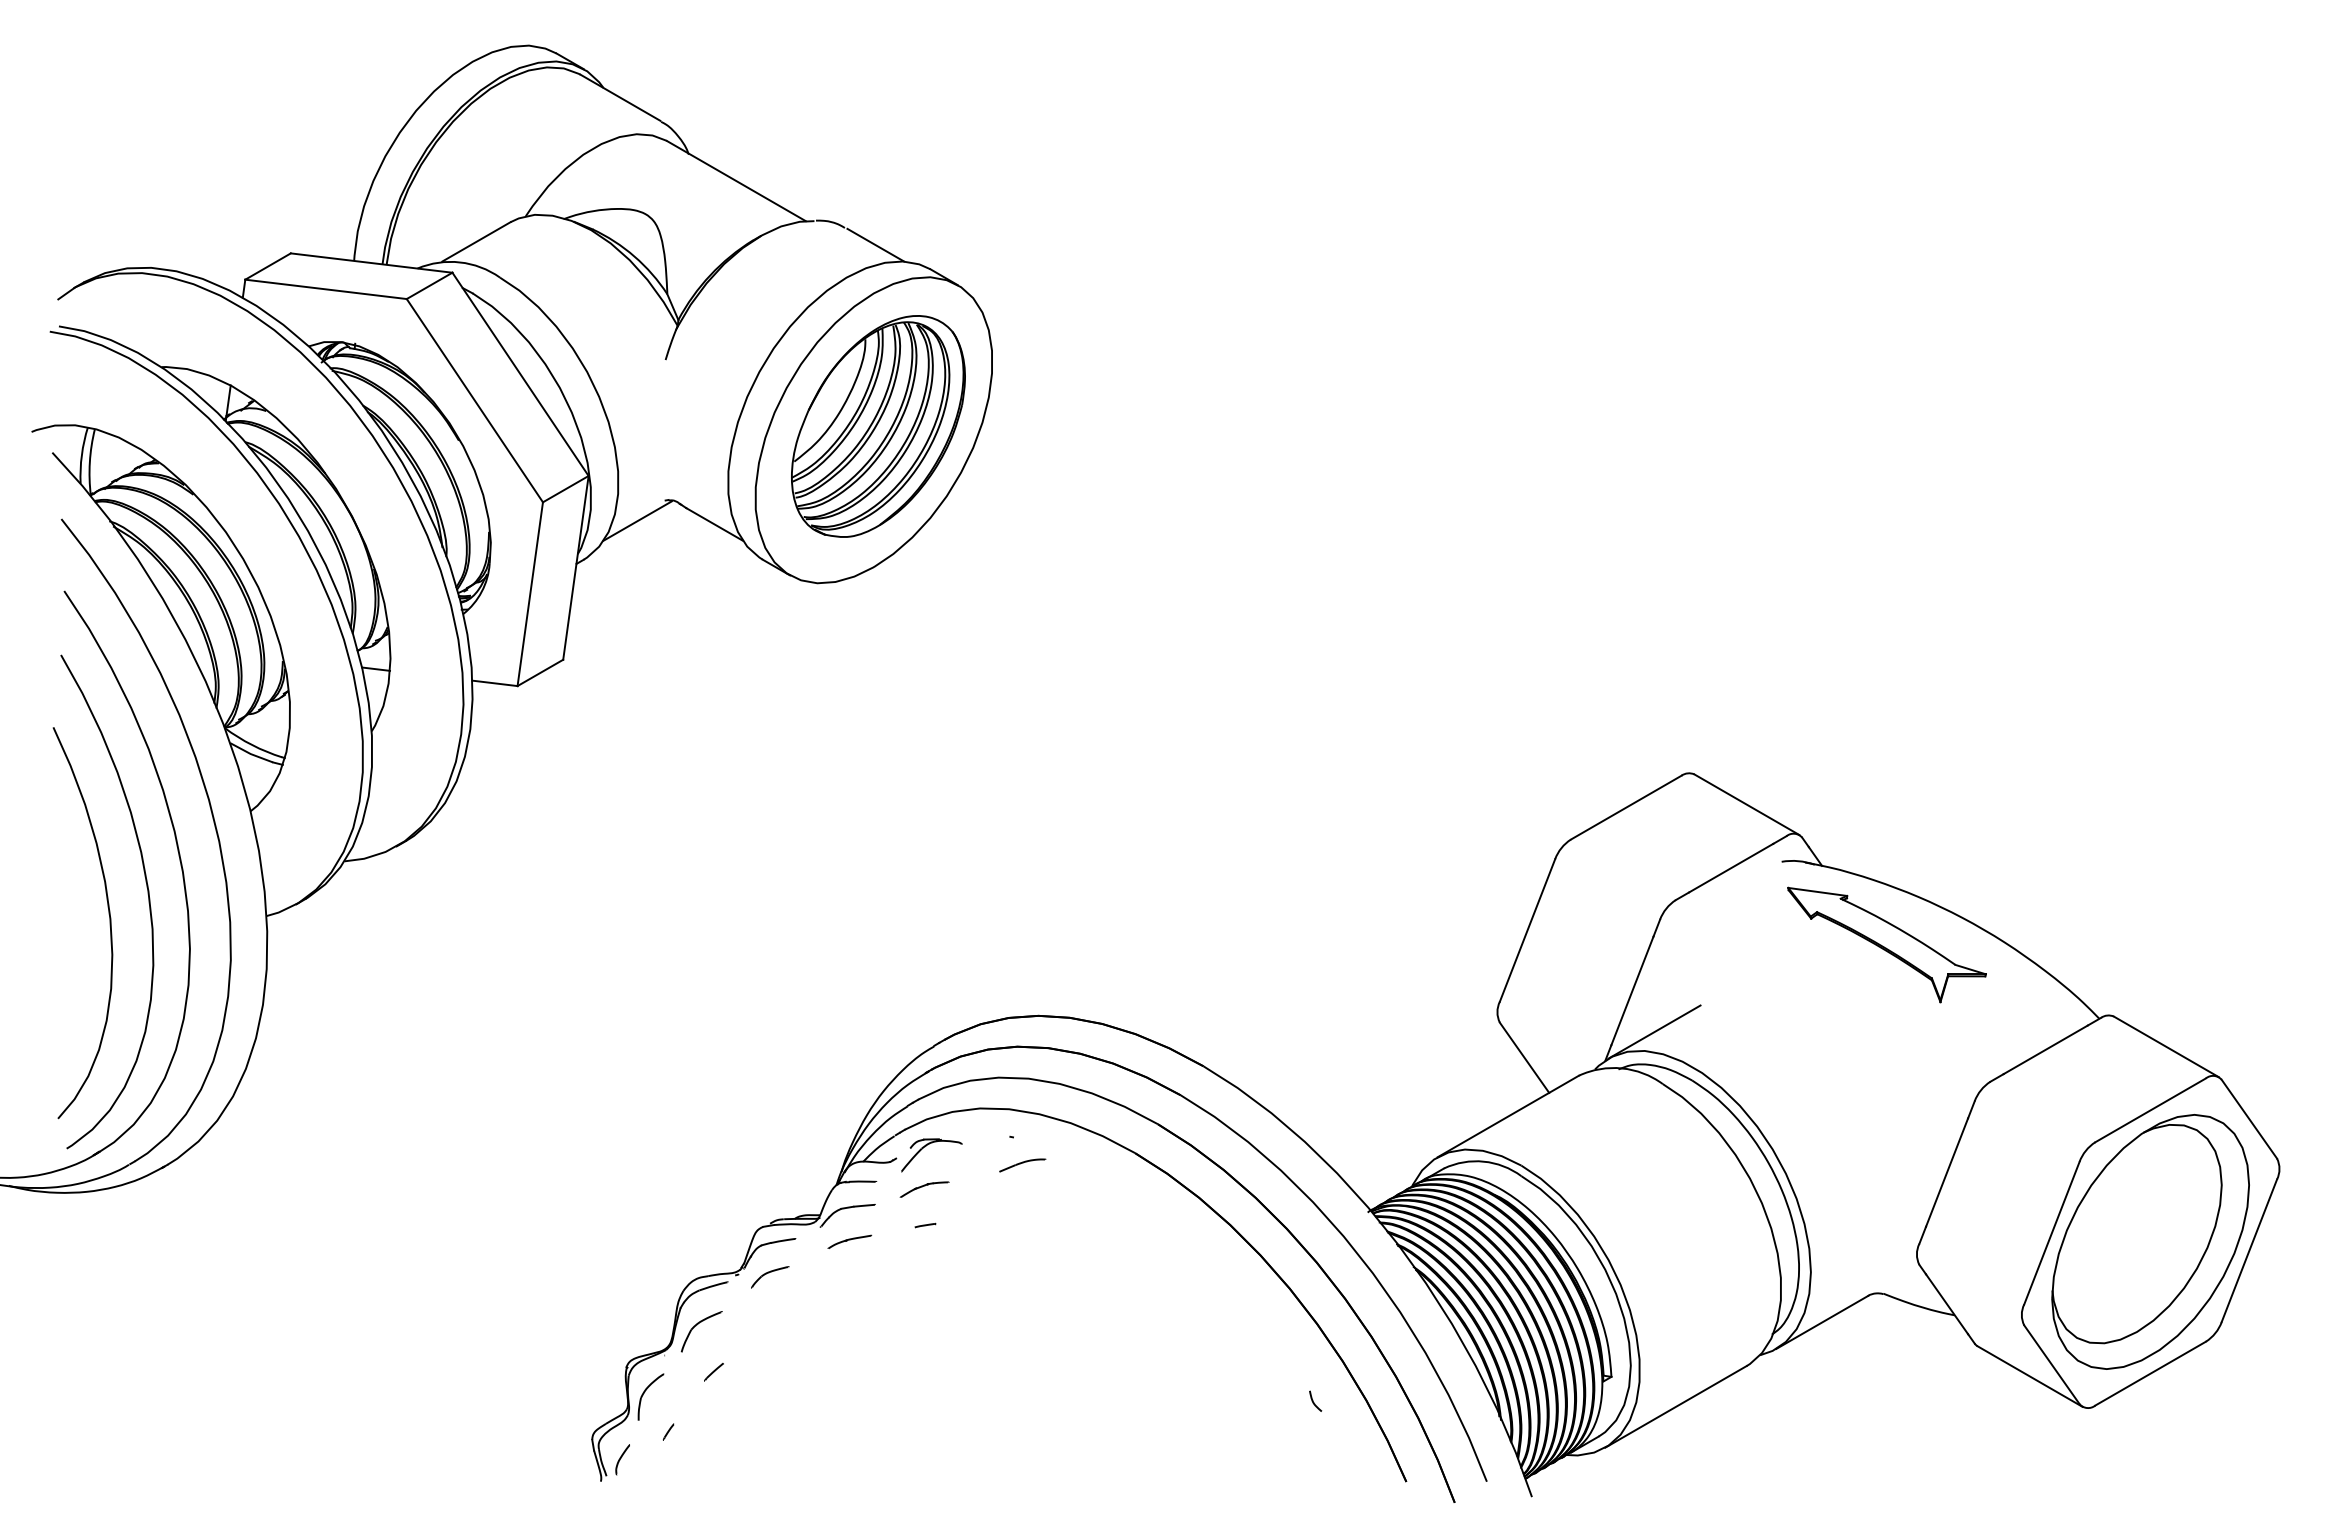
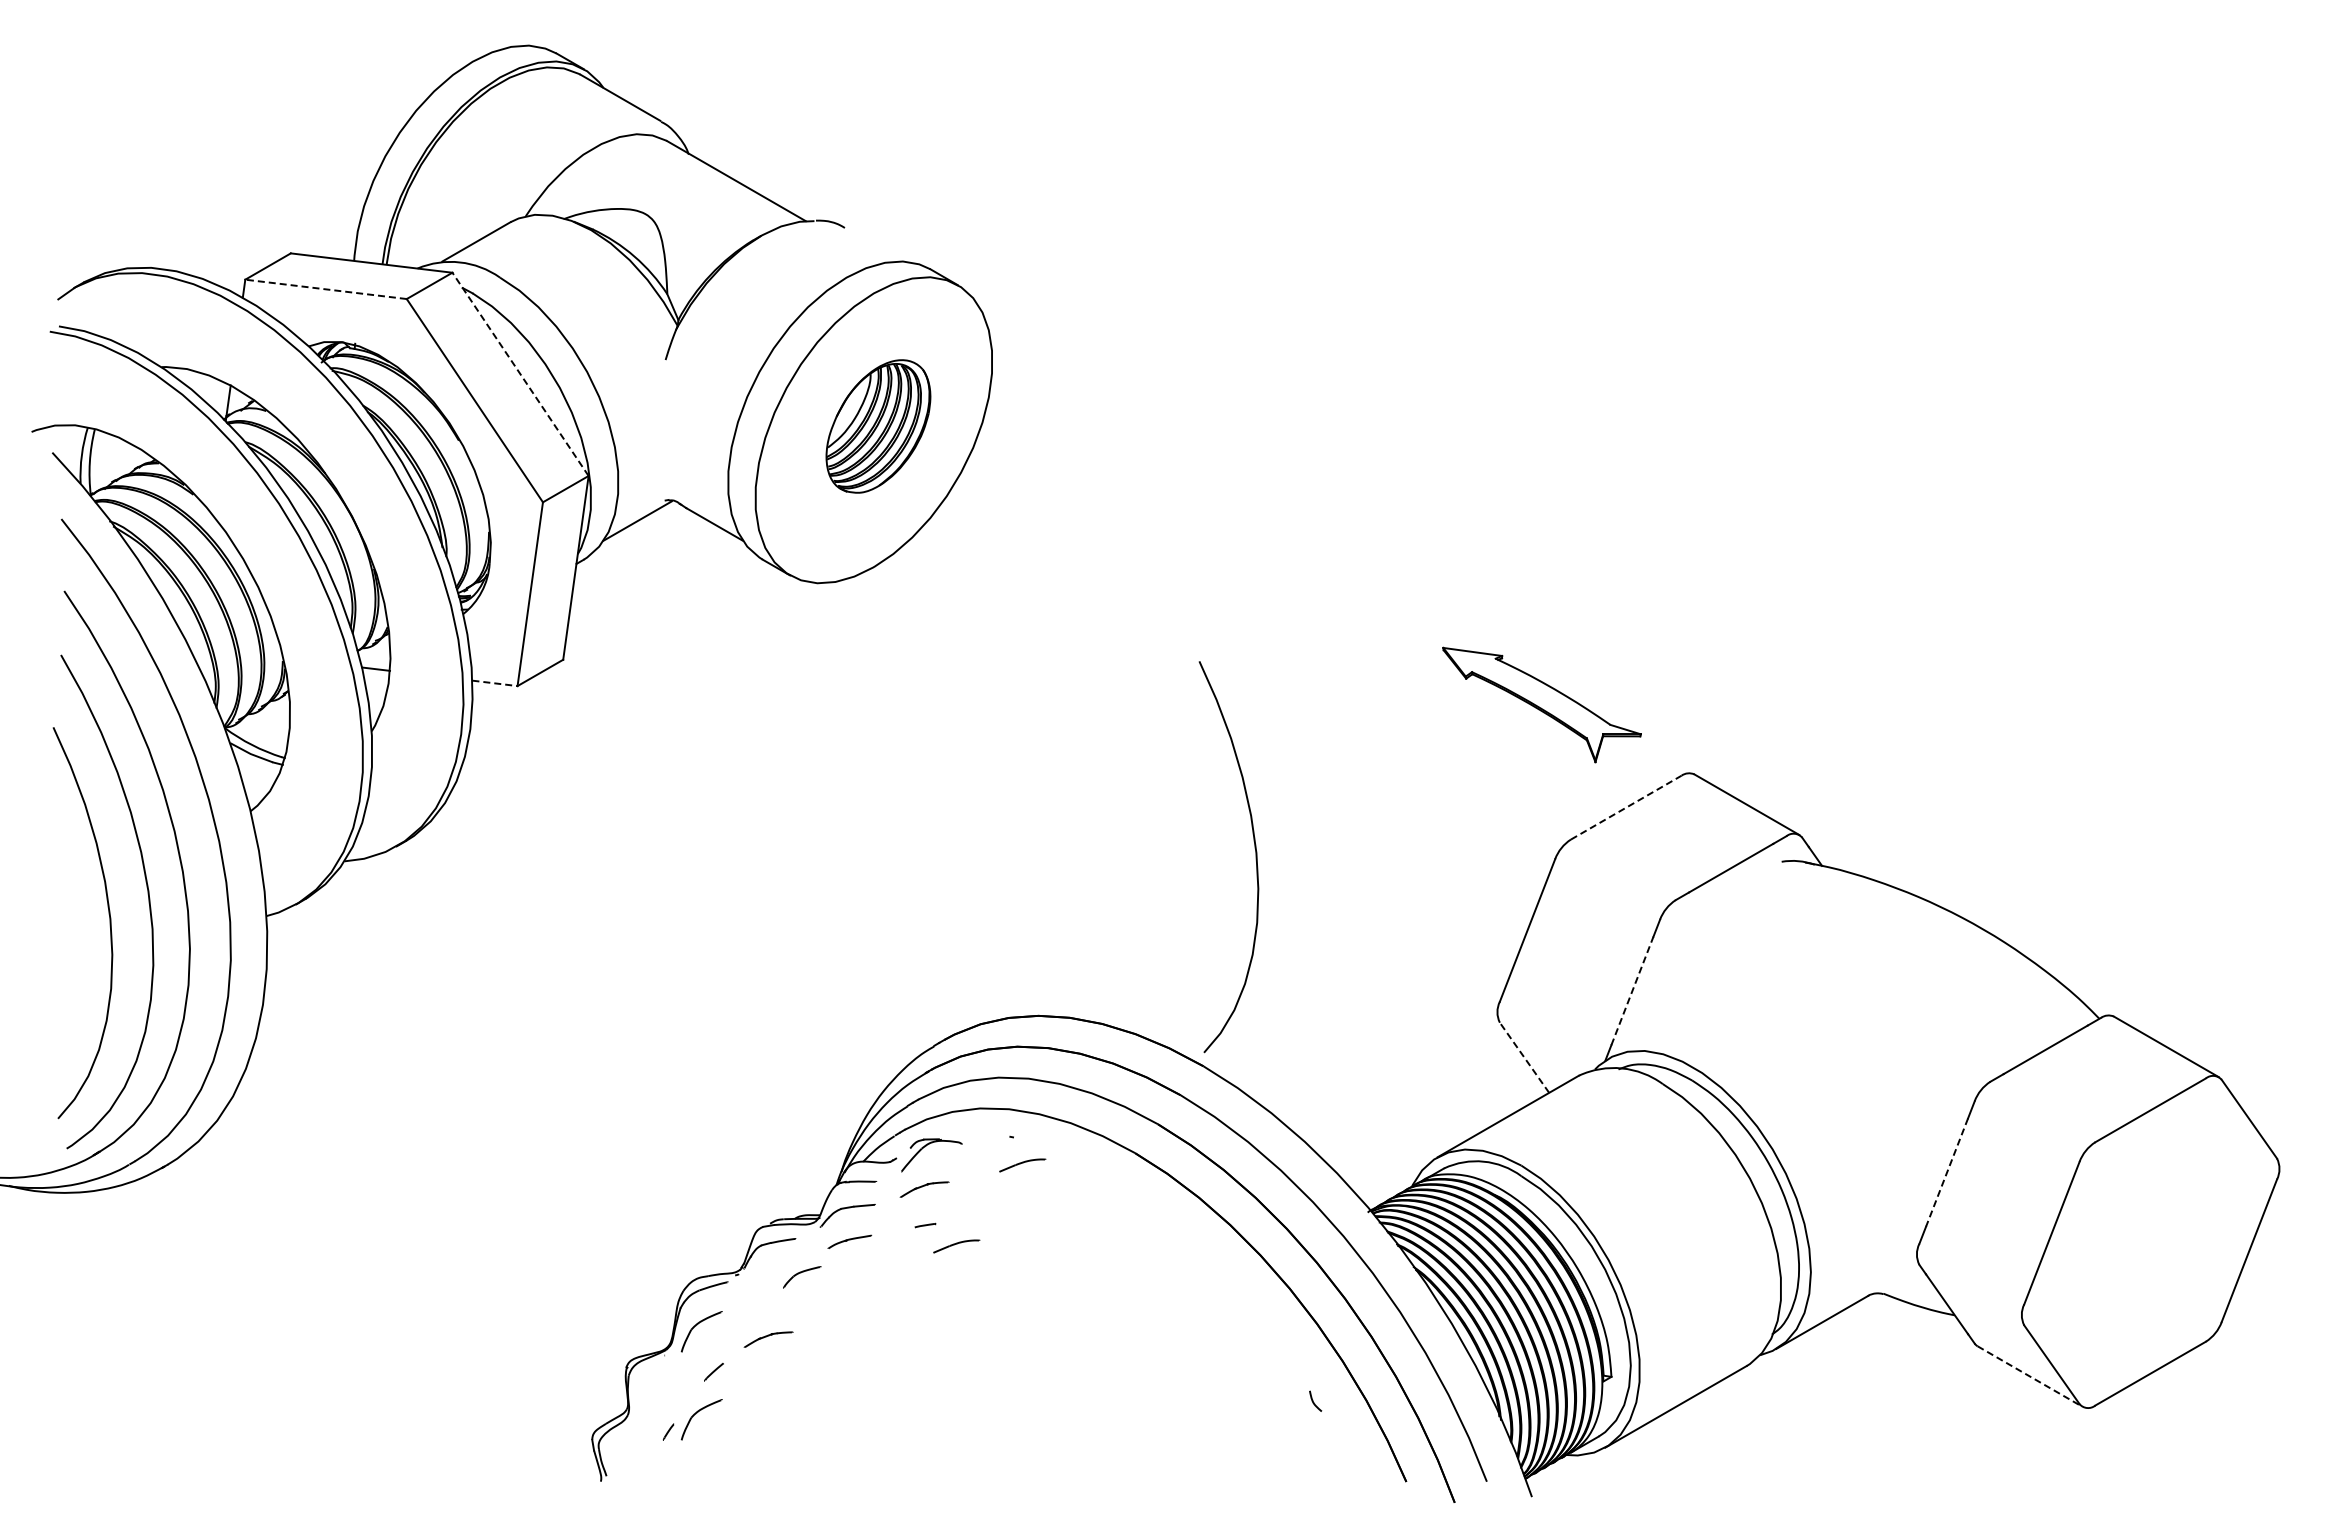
line at (875, 244): present -> none
line at (325, 289): solid -> dashed
line at (520, 373): solid -> dashed
part at (878, 426) size: 175x223 px -> 107x135 px
line at (495, 683): solid -> dashed
line at (1626, 807): solid -> dashed
curve at (1255, 857): none -> present
part at (1886, 944) position: (1886, 944) -> (1541, 704)
line at (1632, 990): solid -> dashed
line at (1654, 1031): present -> none
line at (1524, 1057): solid -> dashed
line at (1946, 1173): solid -> dashed
part at (2150, 1241): present -> none
part at (956, 1246): none -> present
part at (770, 1277) position: (770, 1277) -> (802, 1277)
part at (768, 1339): none -> present
line at (2030, 1376): solid -> dashed
part at (645, 1392): present -> none
part at (697, 1413): none -> present
part at (622, 1459): present -> none
